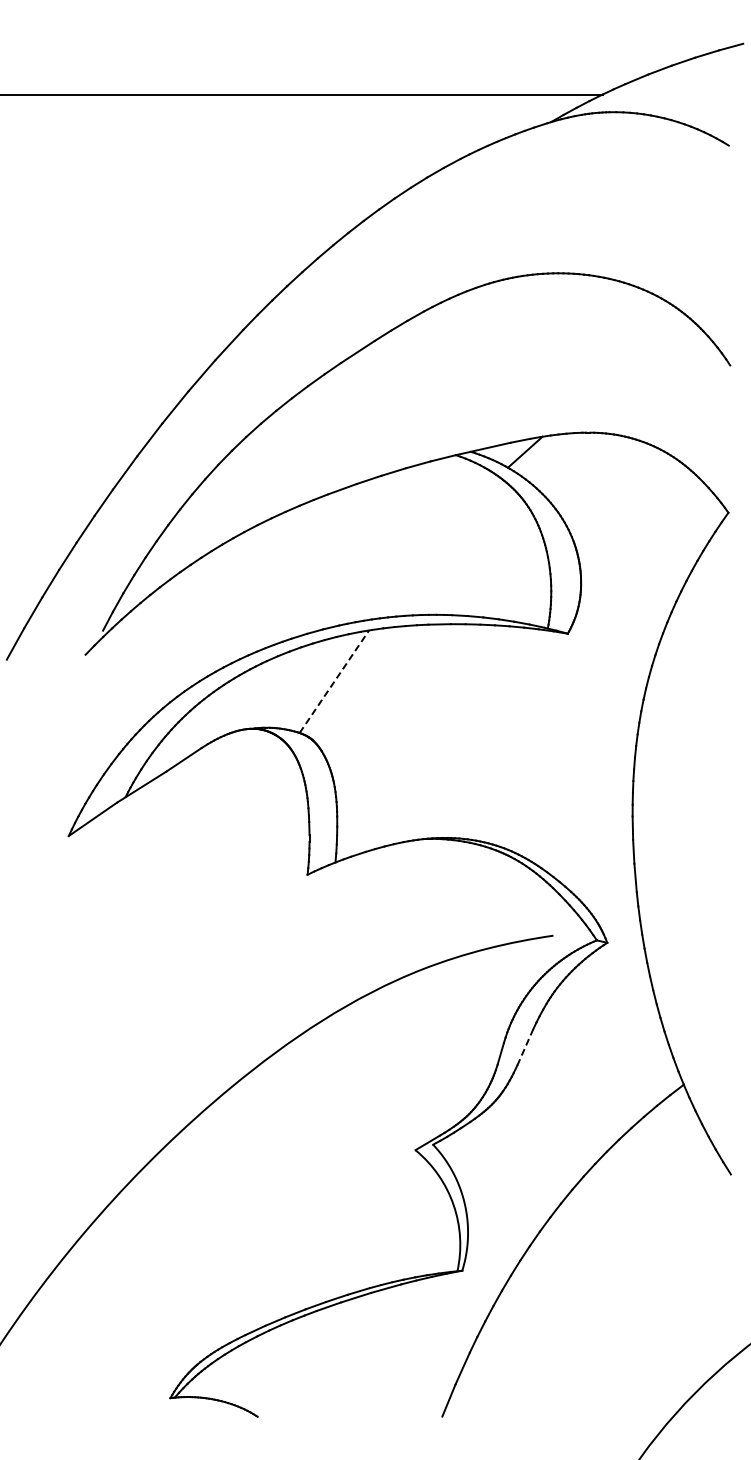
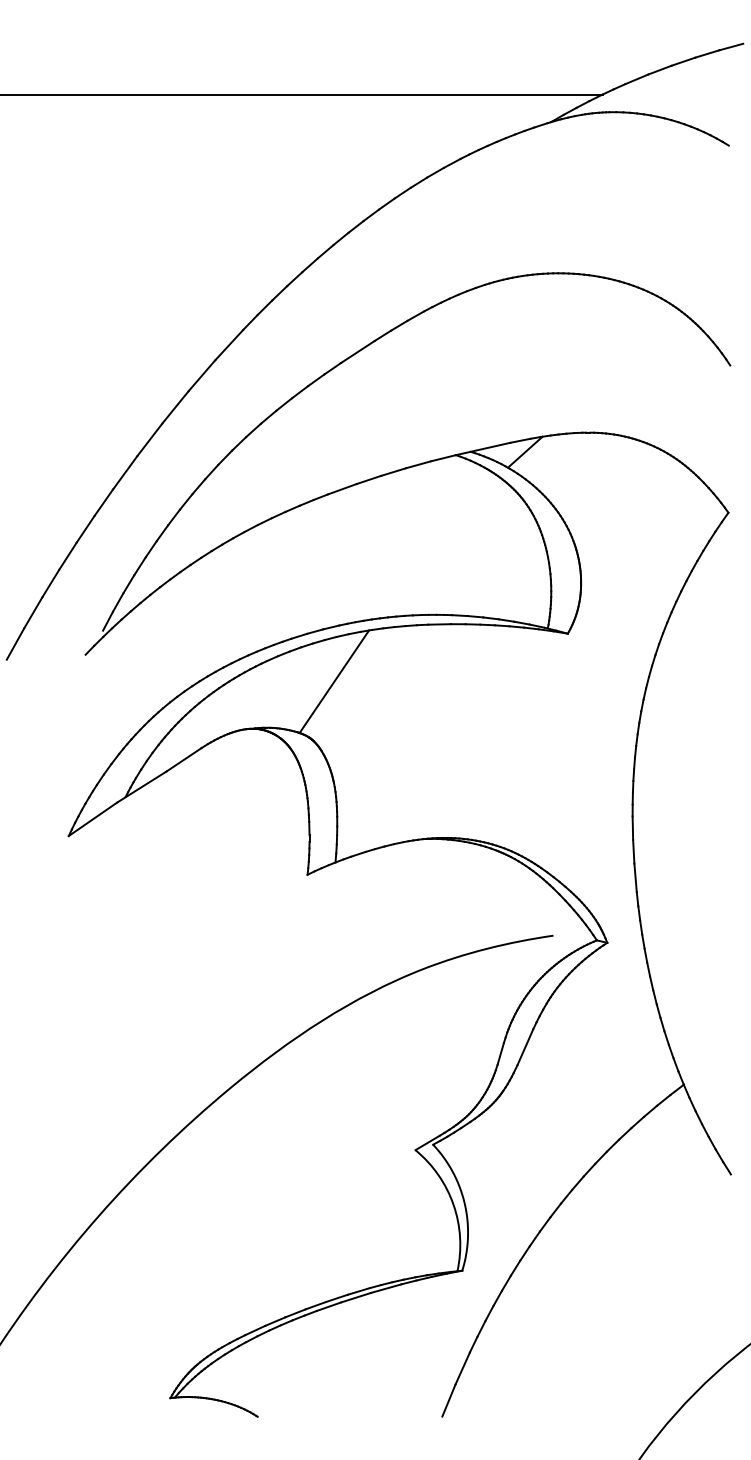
line at (334, 681): dashed -> solid
line at (525, 1047): dashed -> solid
